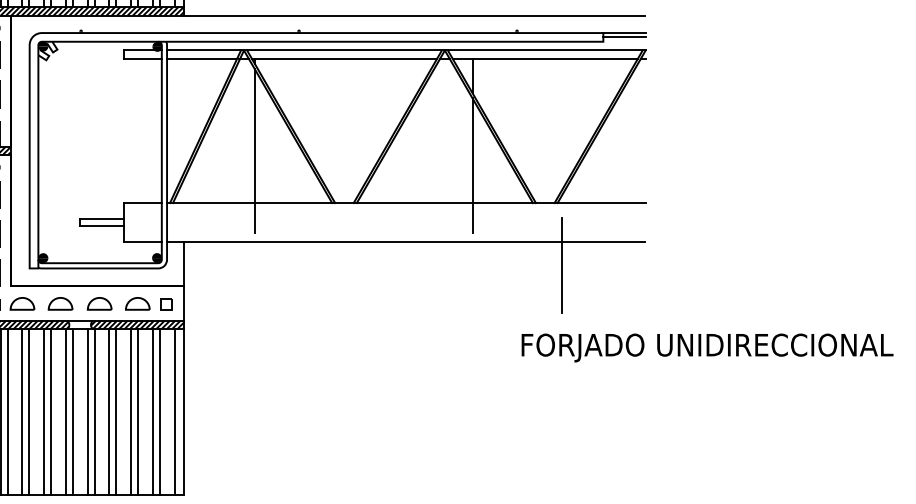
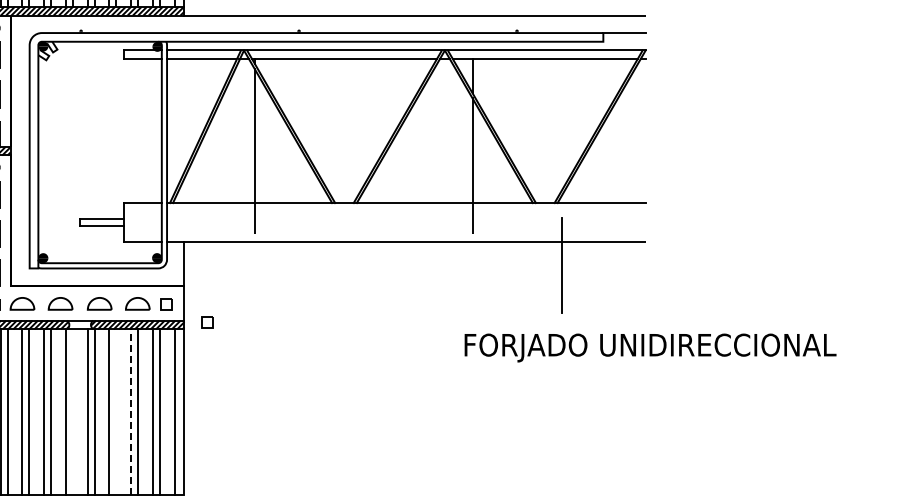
line at (624, 36): present -> none
part at (207, 322): none -> present
text at (707, 347) position: (707, 347) -> (650, 347)
line at (72, 411): present -> none
line at (116, 411): present -> none
line at (131, 411): solid -> dashed
